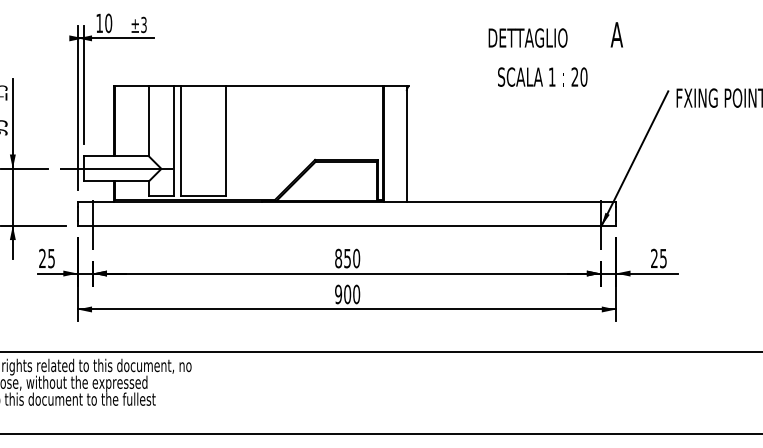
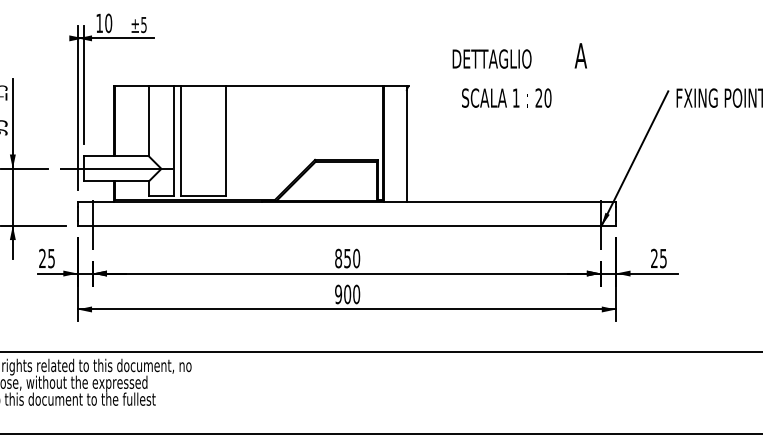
text at (143, 24): ±3 -> ±5
text at (555, 54) position: (555, 54) -> (519, 75)
